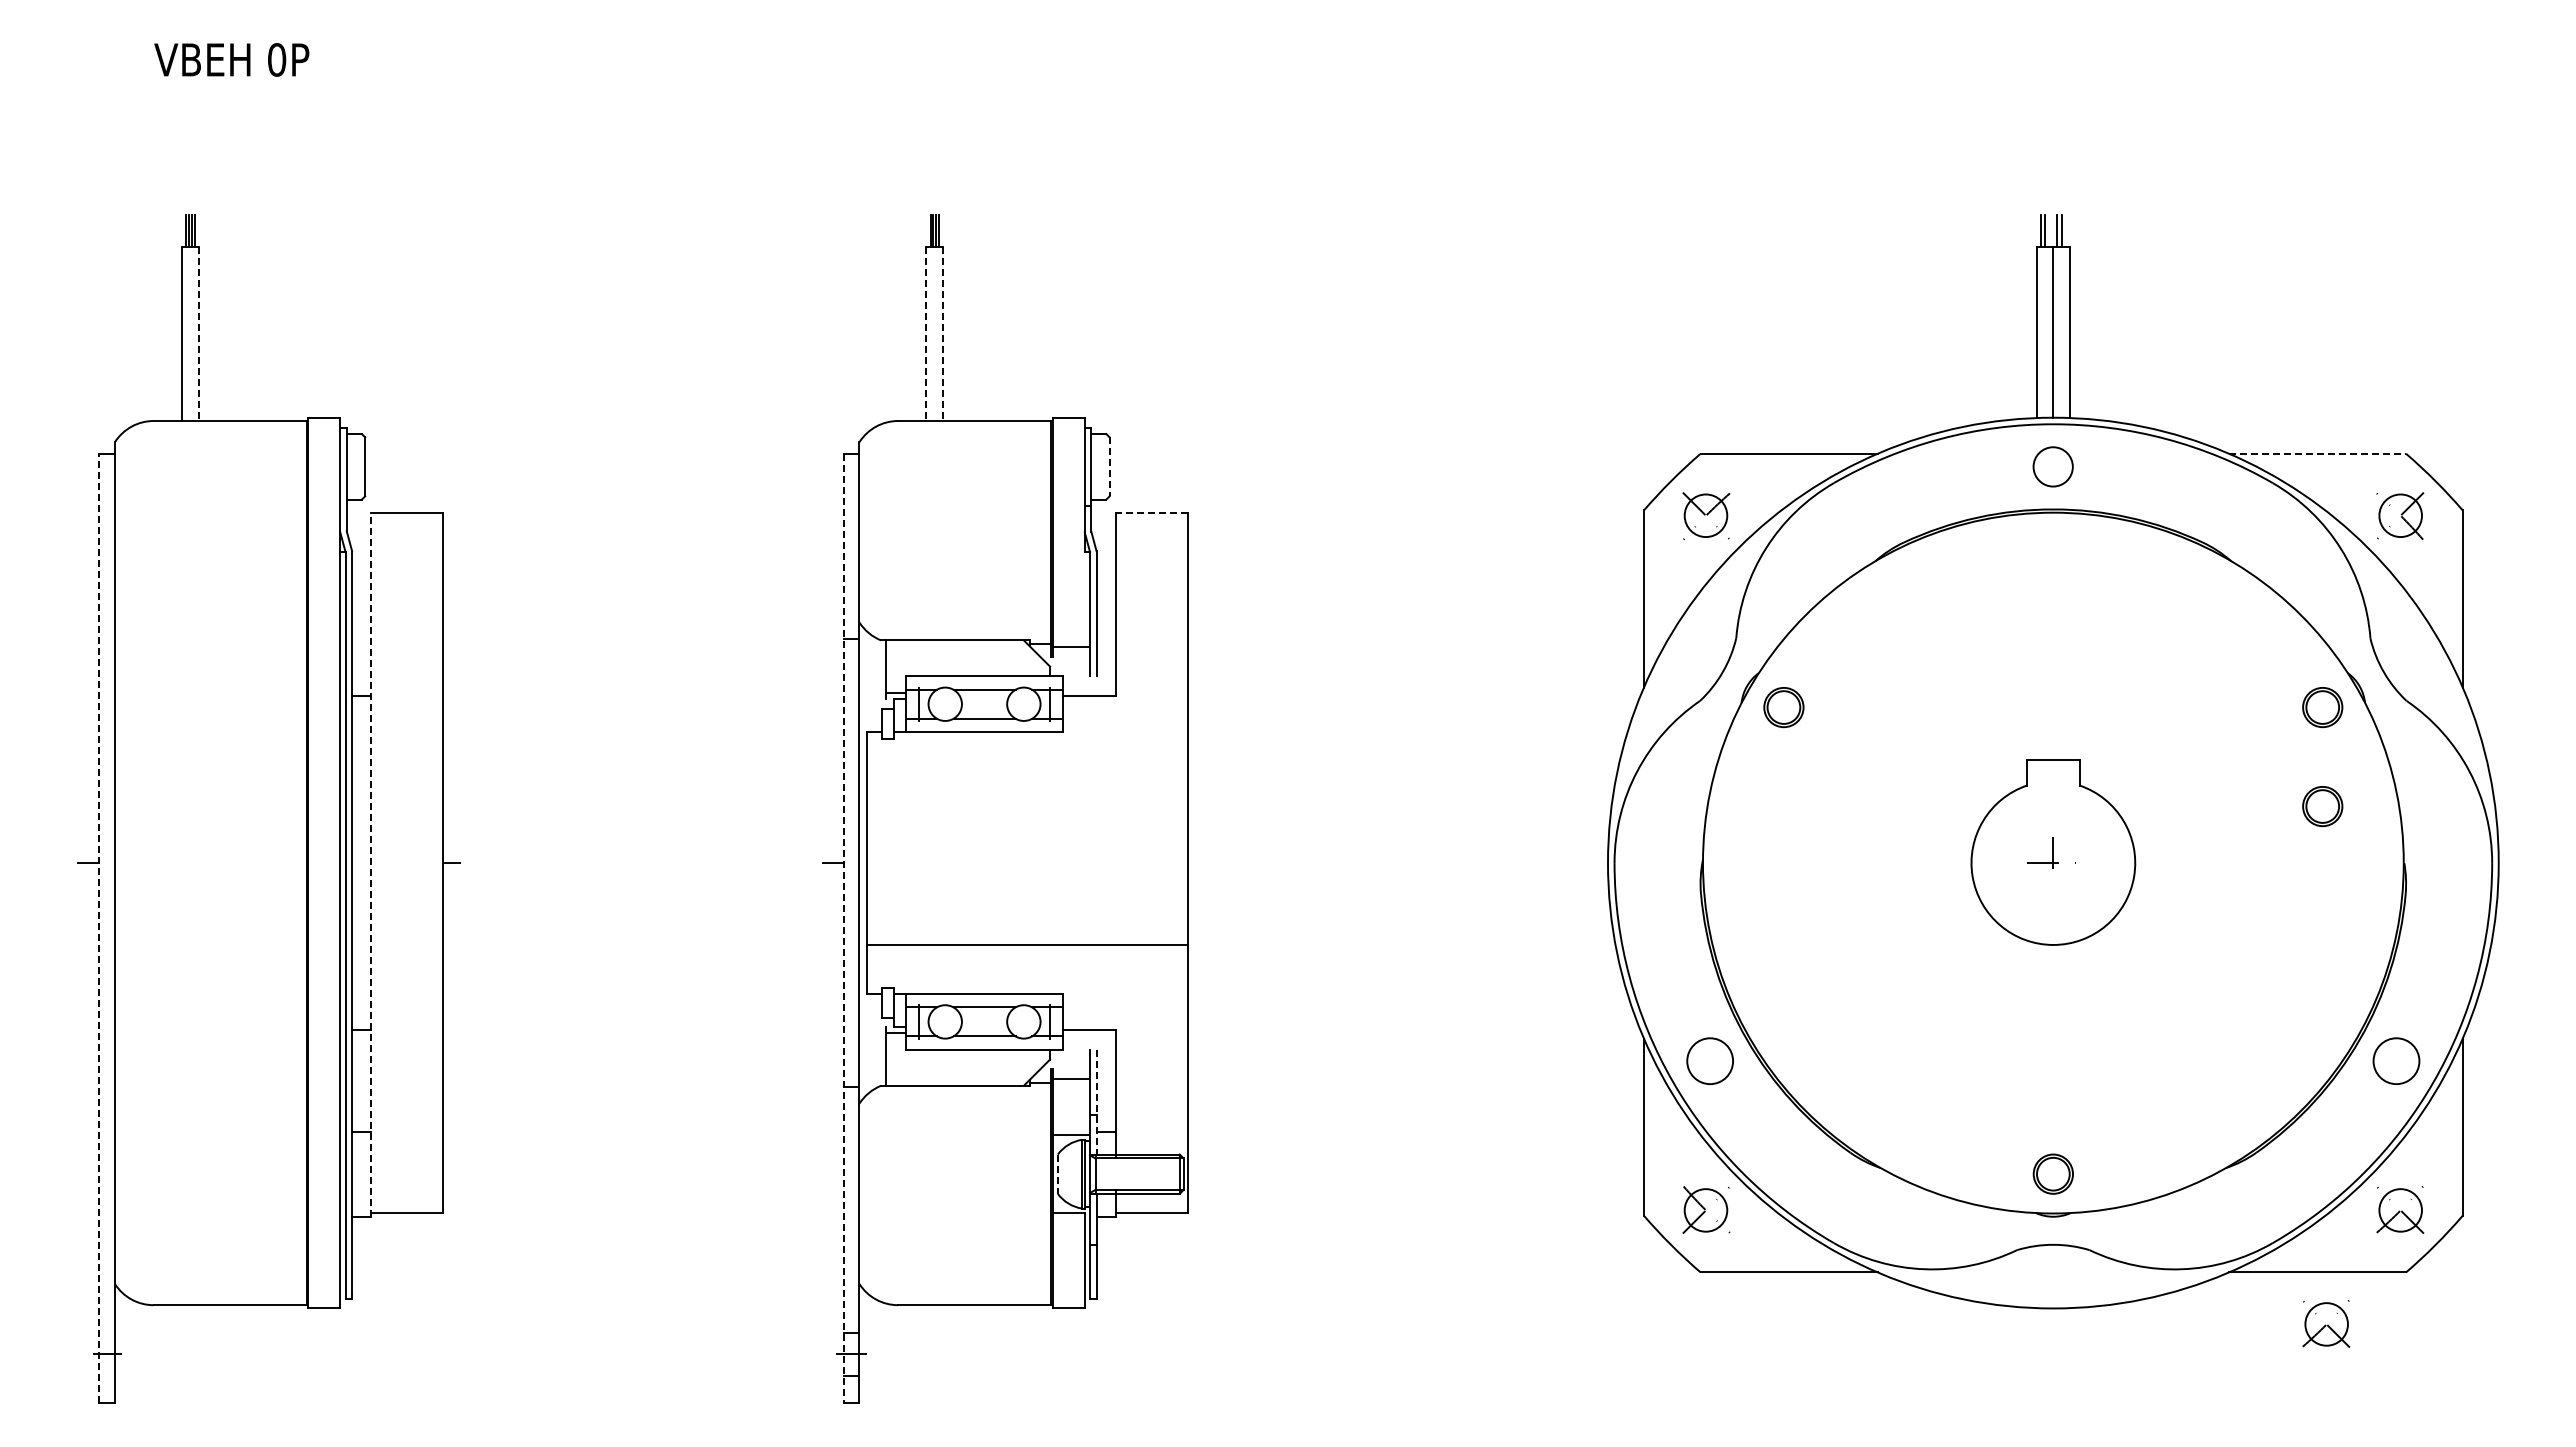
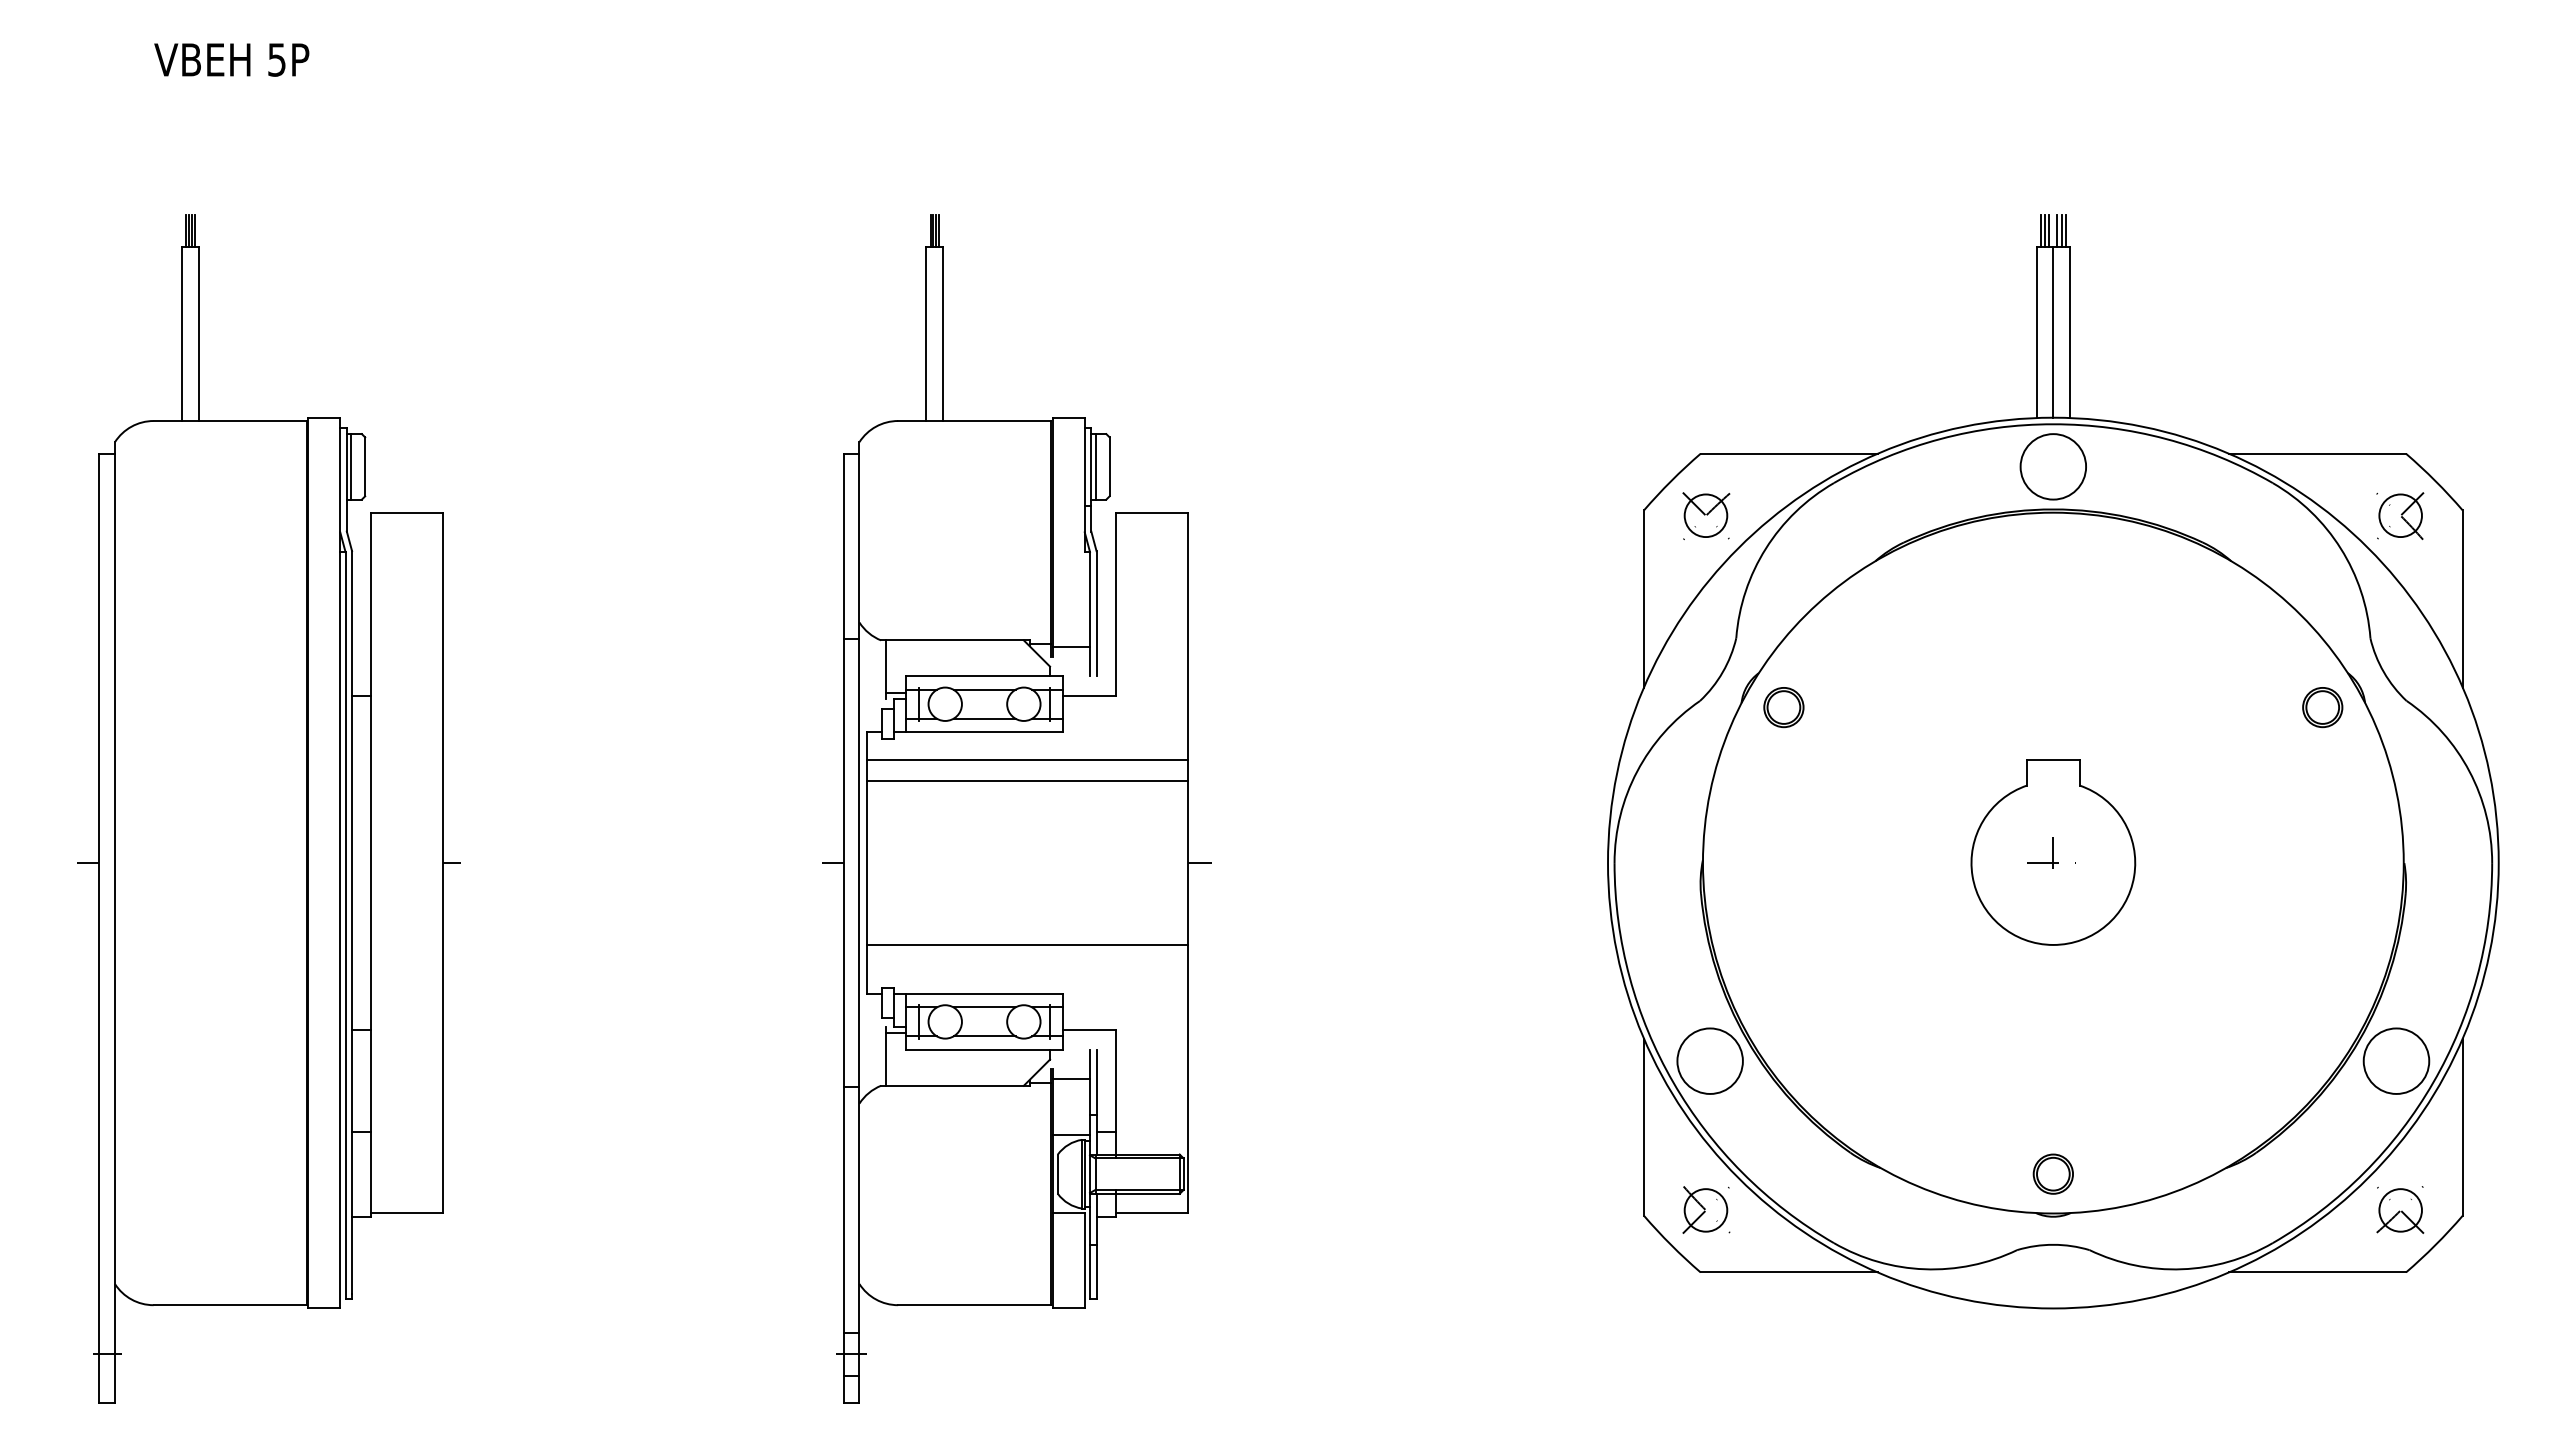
text at (277, 59): 0P -> 5P
line at (2049, 230): none -> present
line at (2065, 230): none -> present
line at (198, 334): dashed -> solid
line at (926, 334): dashed -> solid
line at (943, 334): dashed -> solid
line at (2317, 453): dashed -> solid
line at (351, 466): none -> present
line at (1095, 466): none -> present
circle at (2052, 466) size: 42x42 px -> 68x68 px
line at (1109, 467): dashed -> solid
line at (1151, 512): dashed -> solid
line at (1026, 759): none -> present
line at (1026, 781): none -> present
part at (2322, 806): present -> none
line at (1199, 863): none -> present
line at (371, 864): dashed -> solid
line at (99, 928): dashed -> solid
line at (843, 928): dashed -> solid
circle at (1710, 1061) diameter: 46 px -> 65 px
circle at (2396, 1061) diameter: 46 px -> 65 px
line at (1096, 1102): dashed -> solid
line at (1057, 1174): dashed -> solid
part at (2326, 1323): present -> none
